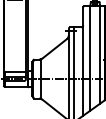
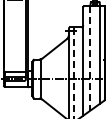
line at (90, 58): solid -> dashed
line at (73, 72): solid -> dashed
